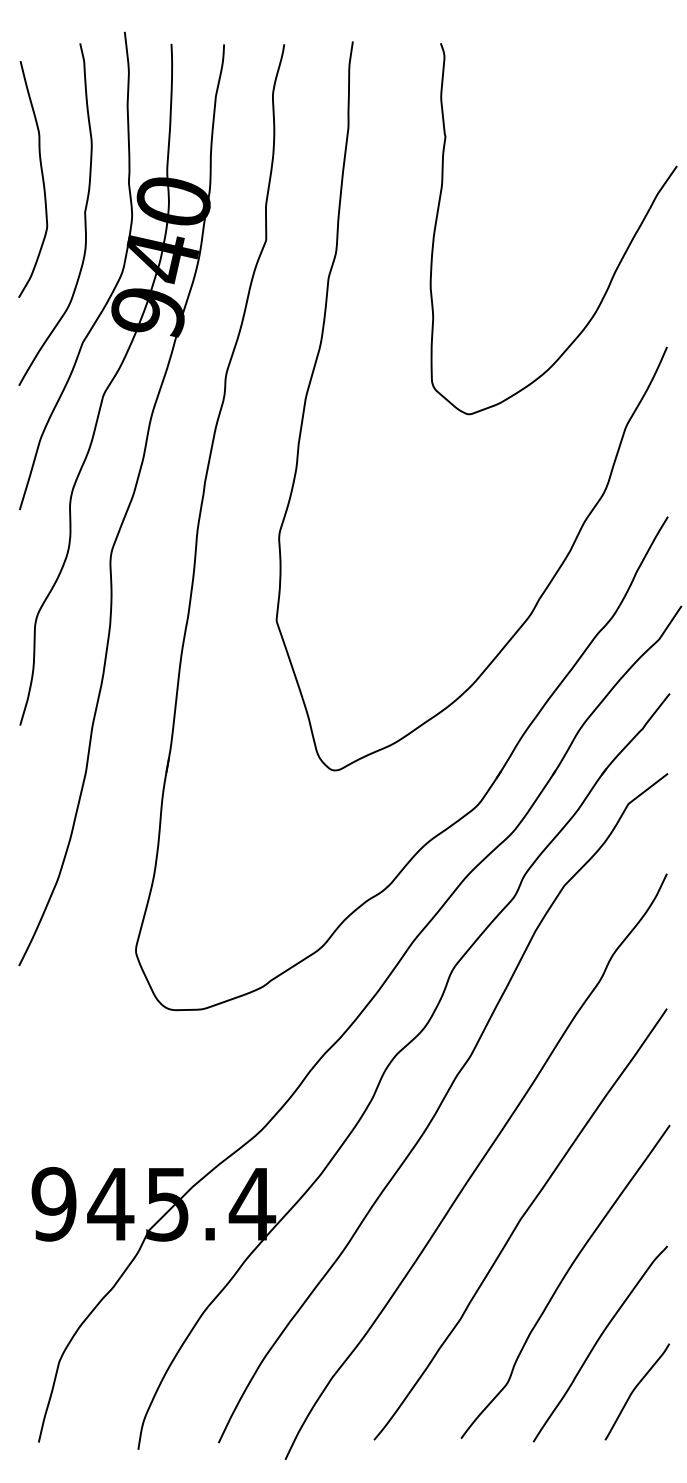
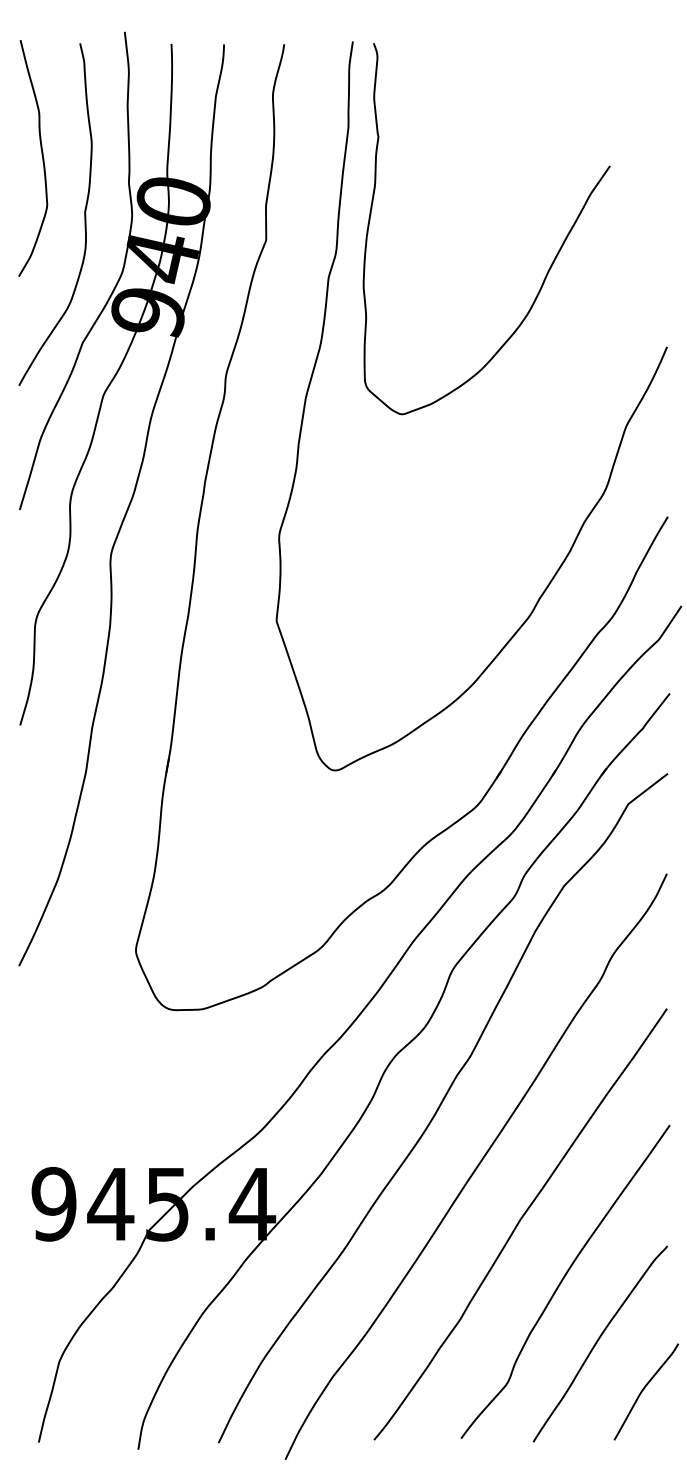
curve at (41, 176) position: (41, 176) -> (41, 155)
curve at (619, 261) position: (619, 261) -> (552, 261)
curve at (635, 1389) position: (635, 1389) -> (644, 1389)
